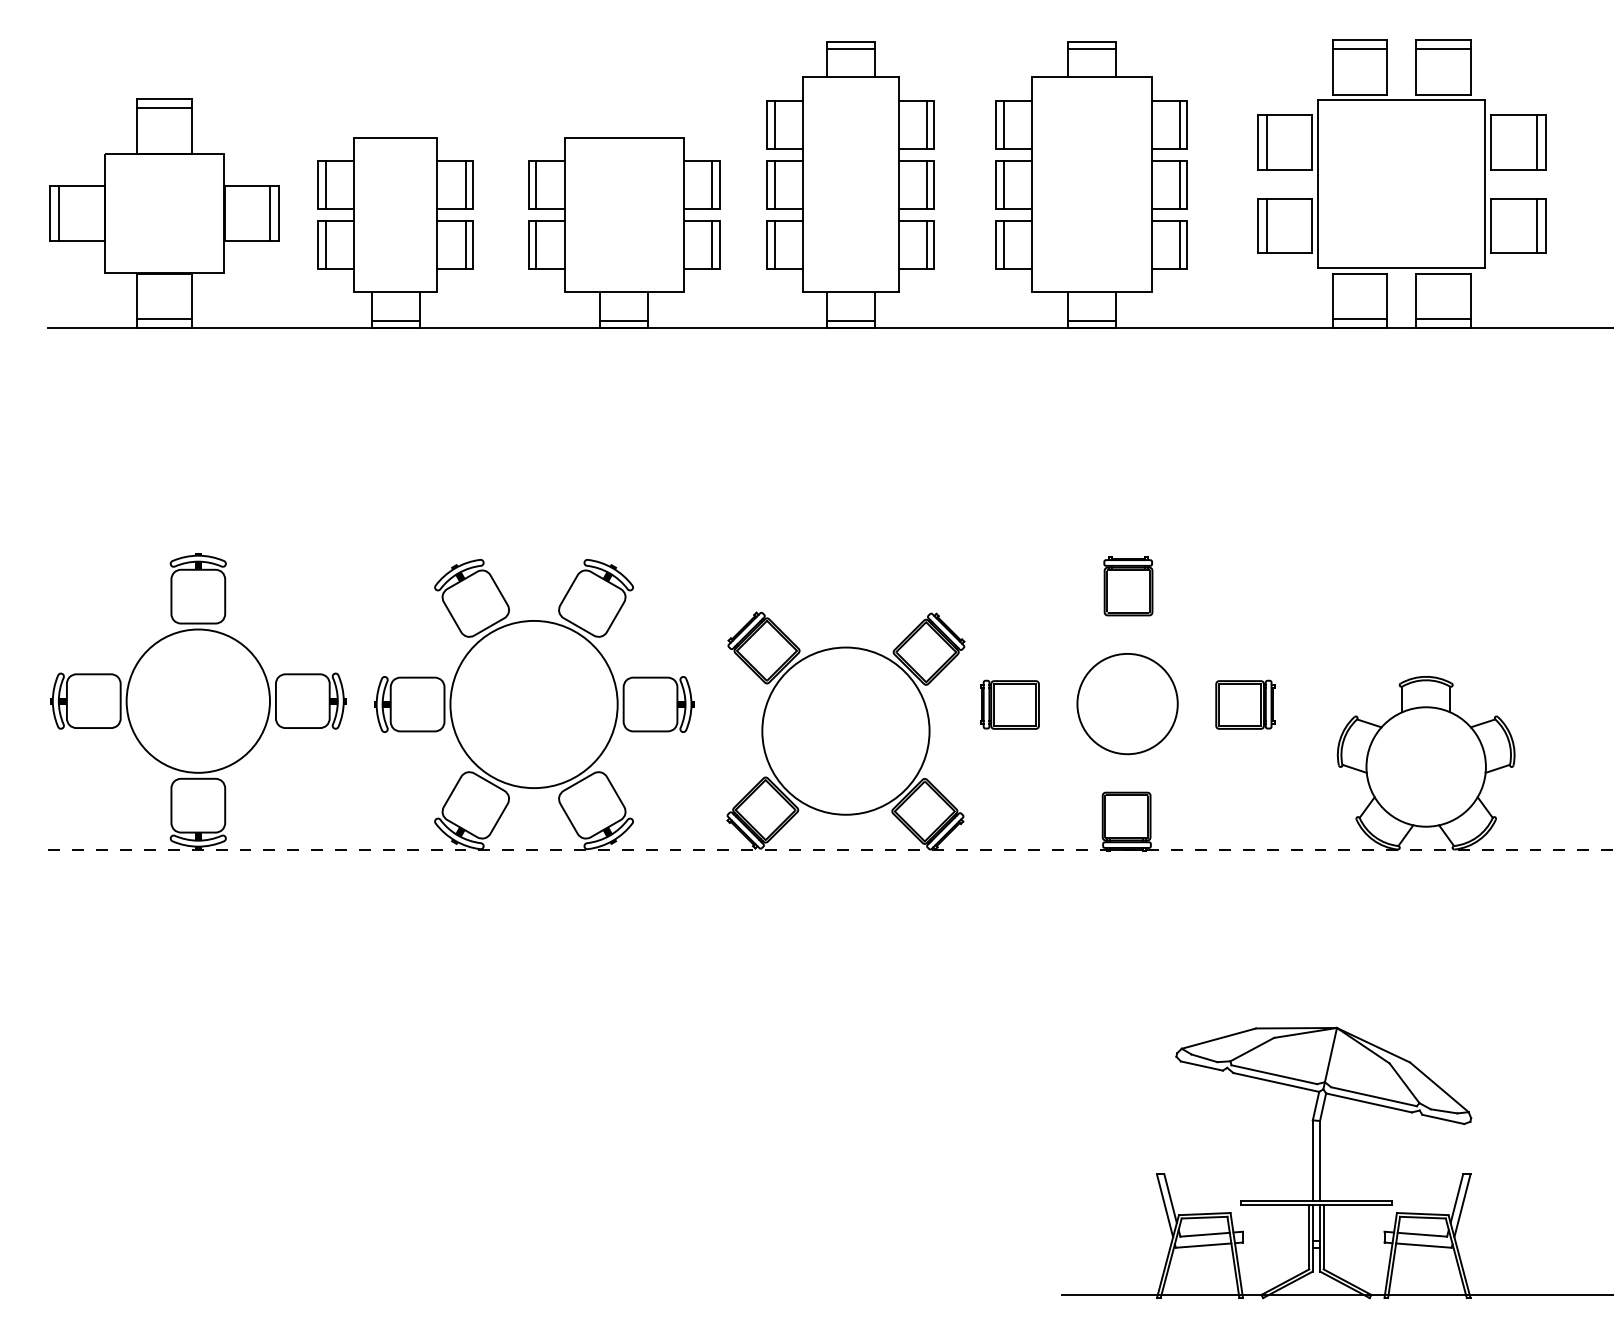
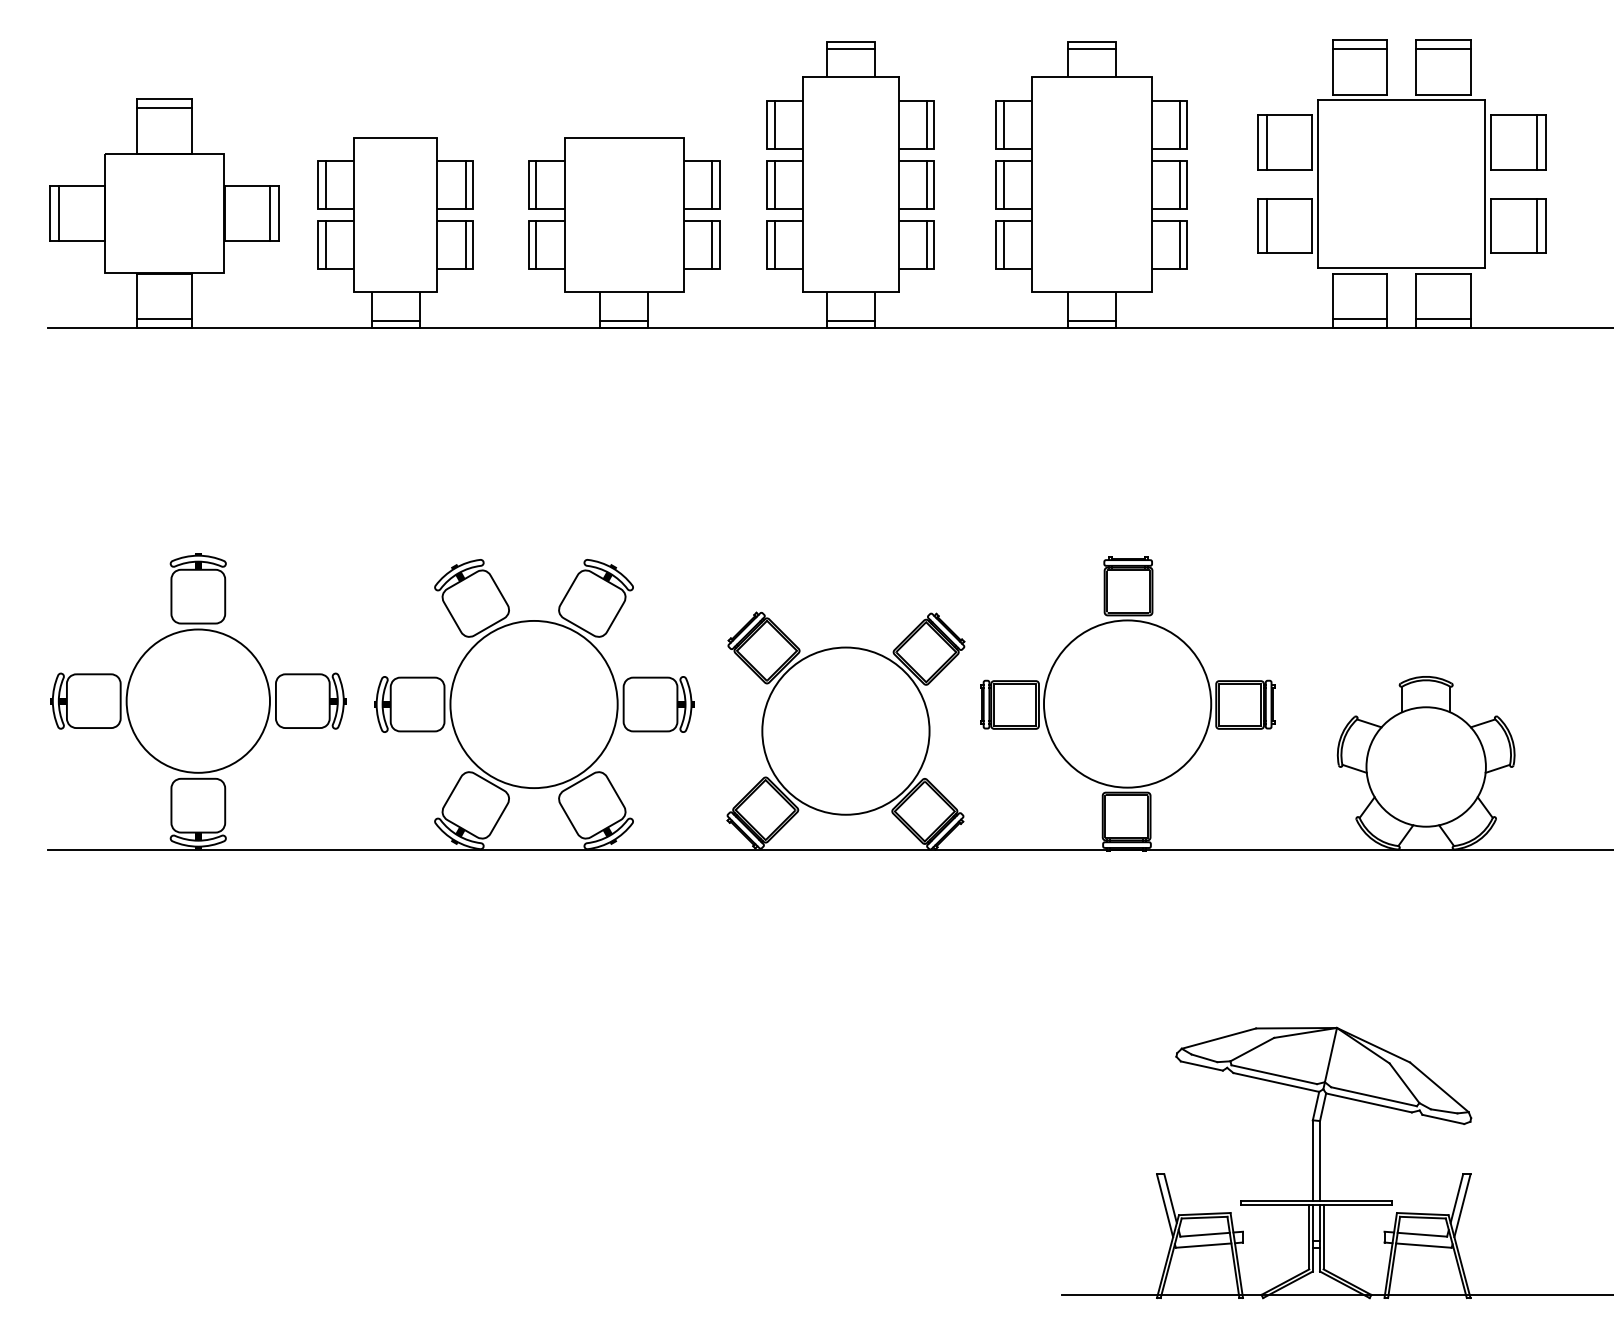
circle at (1127, 703) diameter: 100 px -> 167 px
line at (831, 849): dashed -> solid
